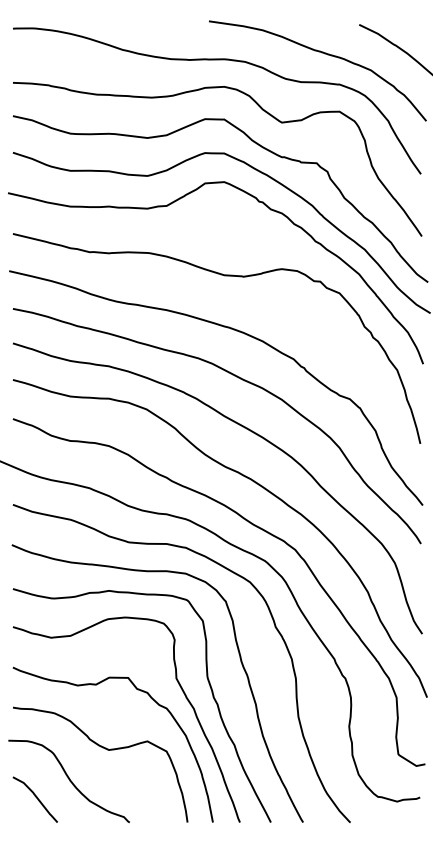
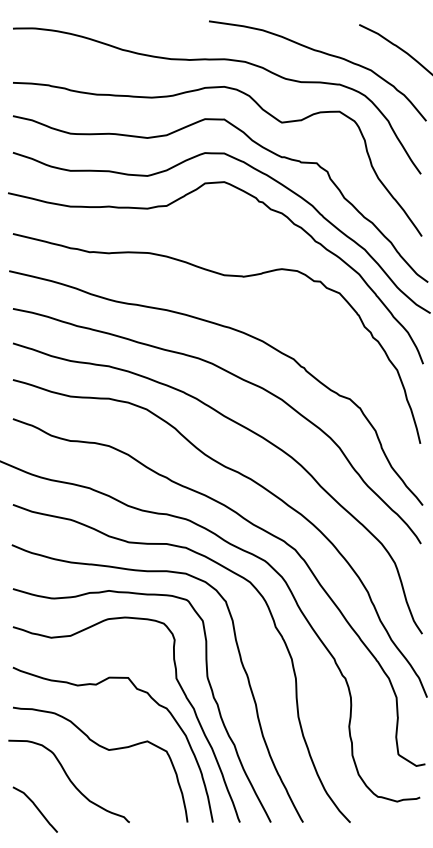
curve at (35, 797) position: (35, 797) -> (35, 807)
